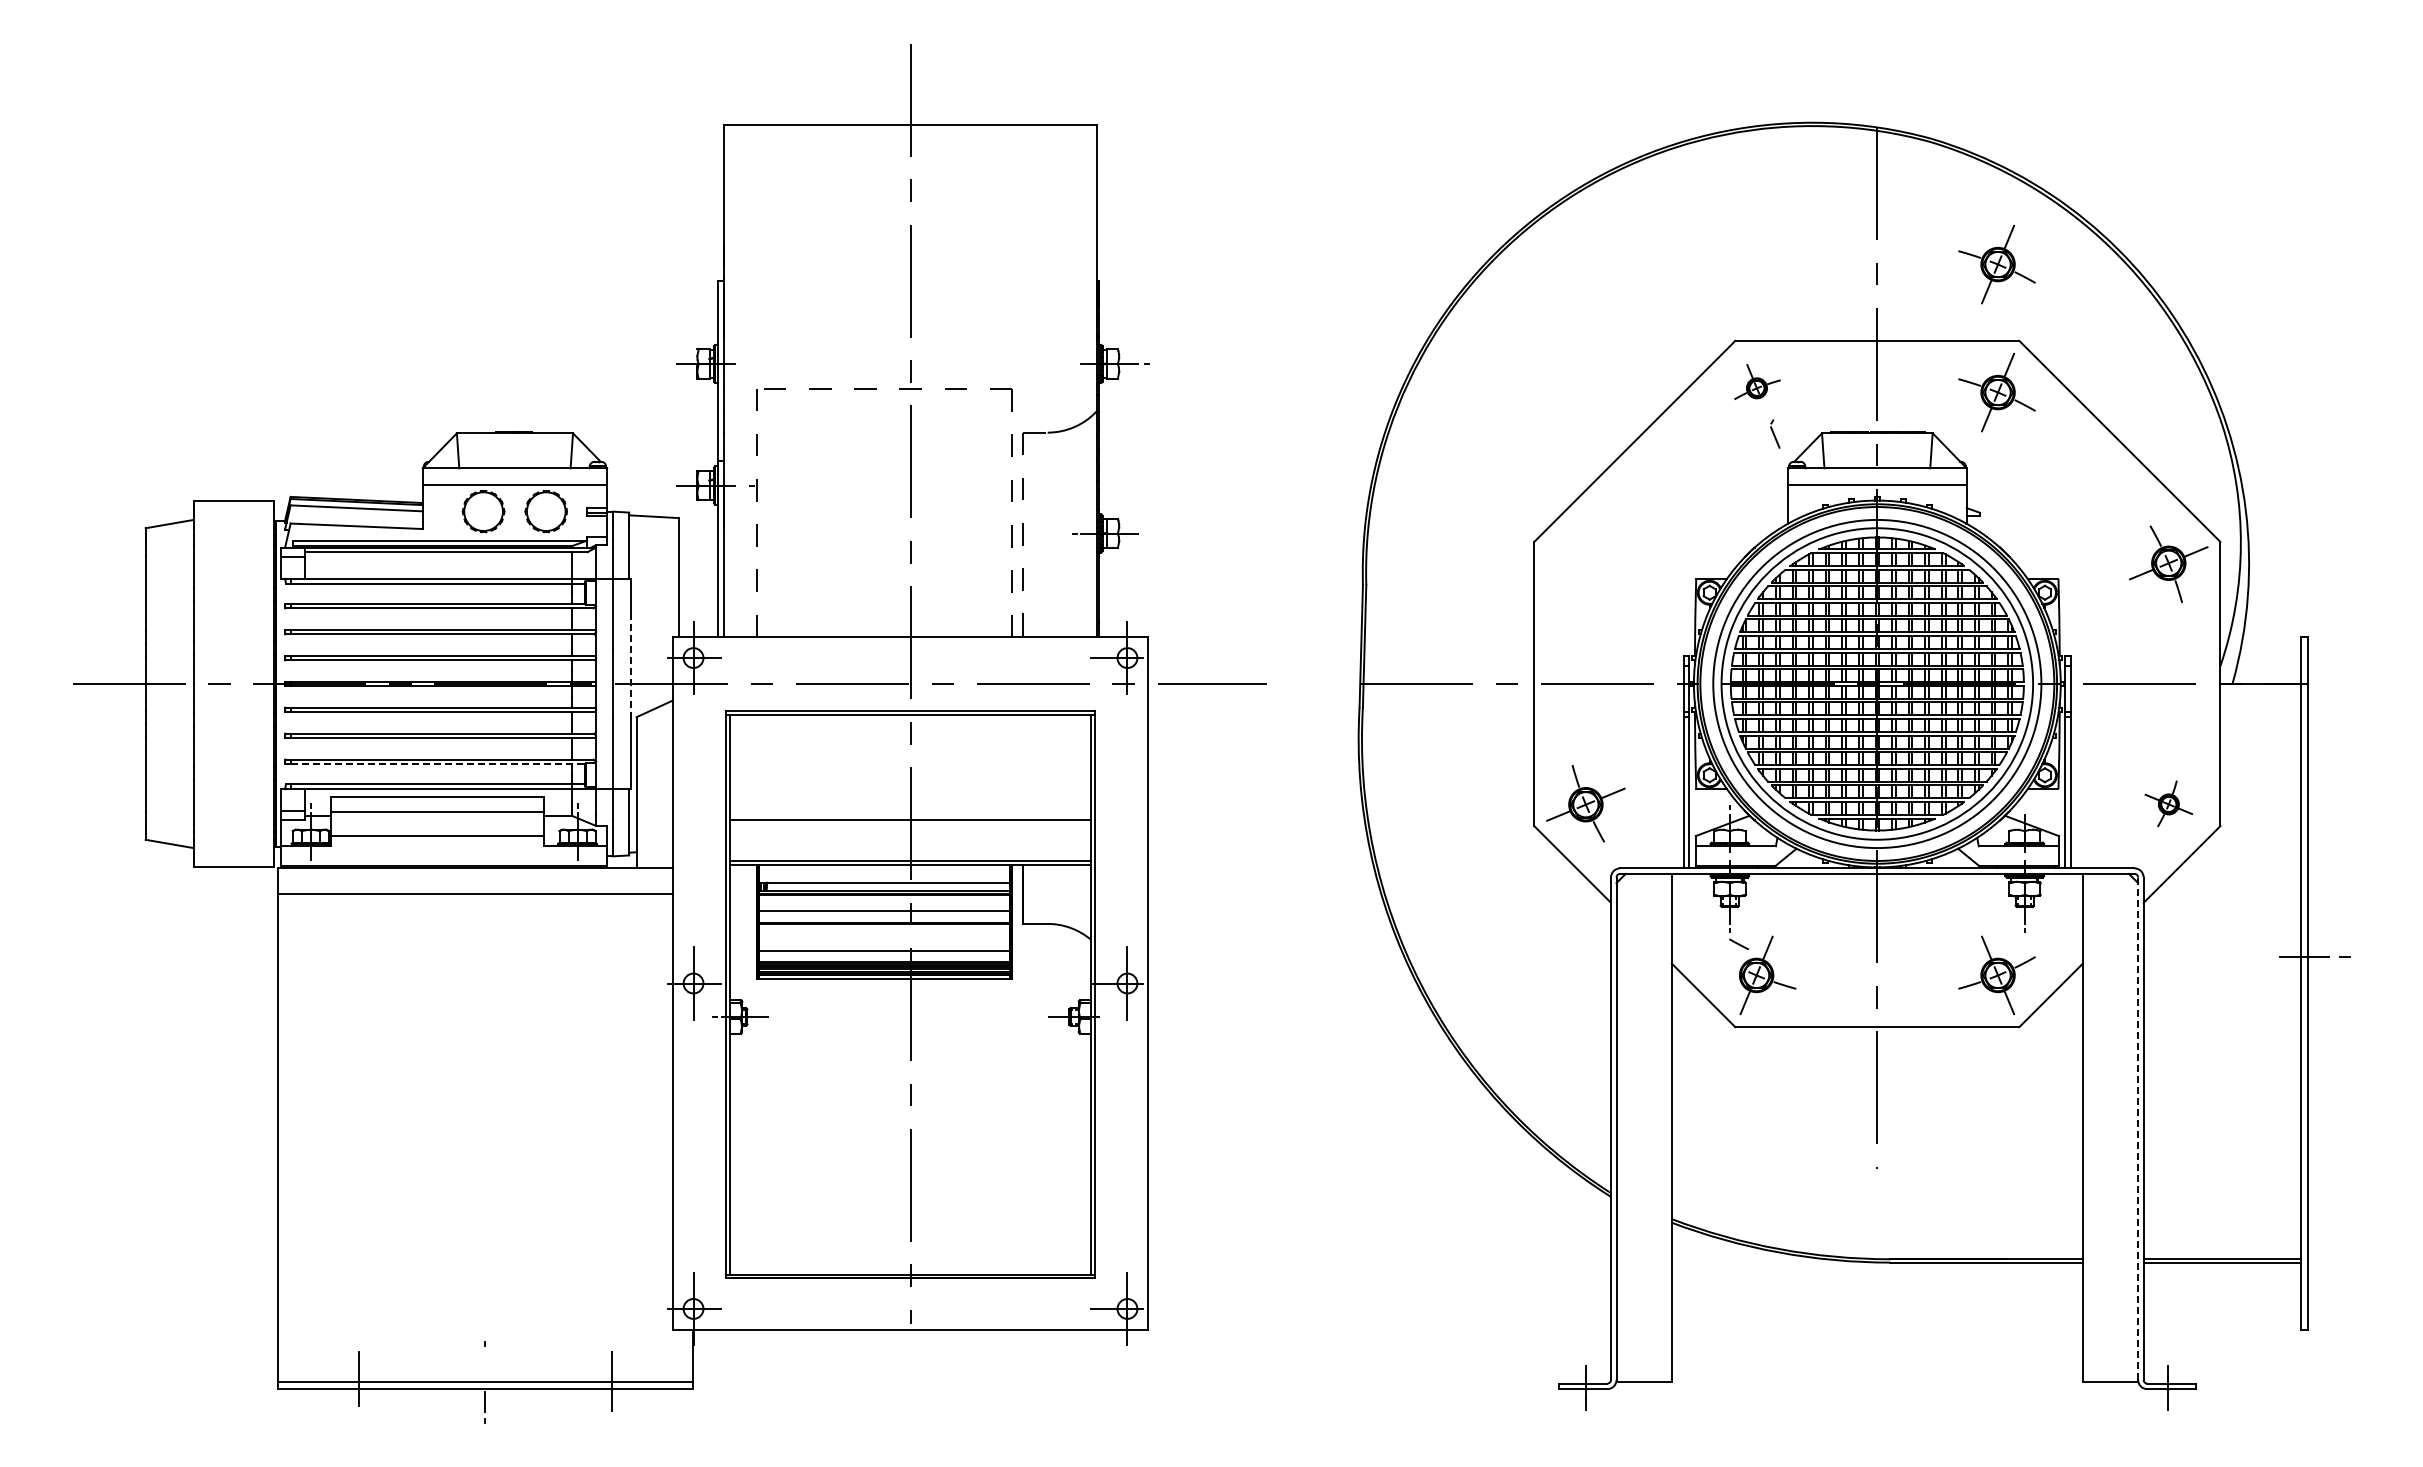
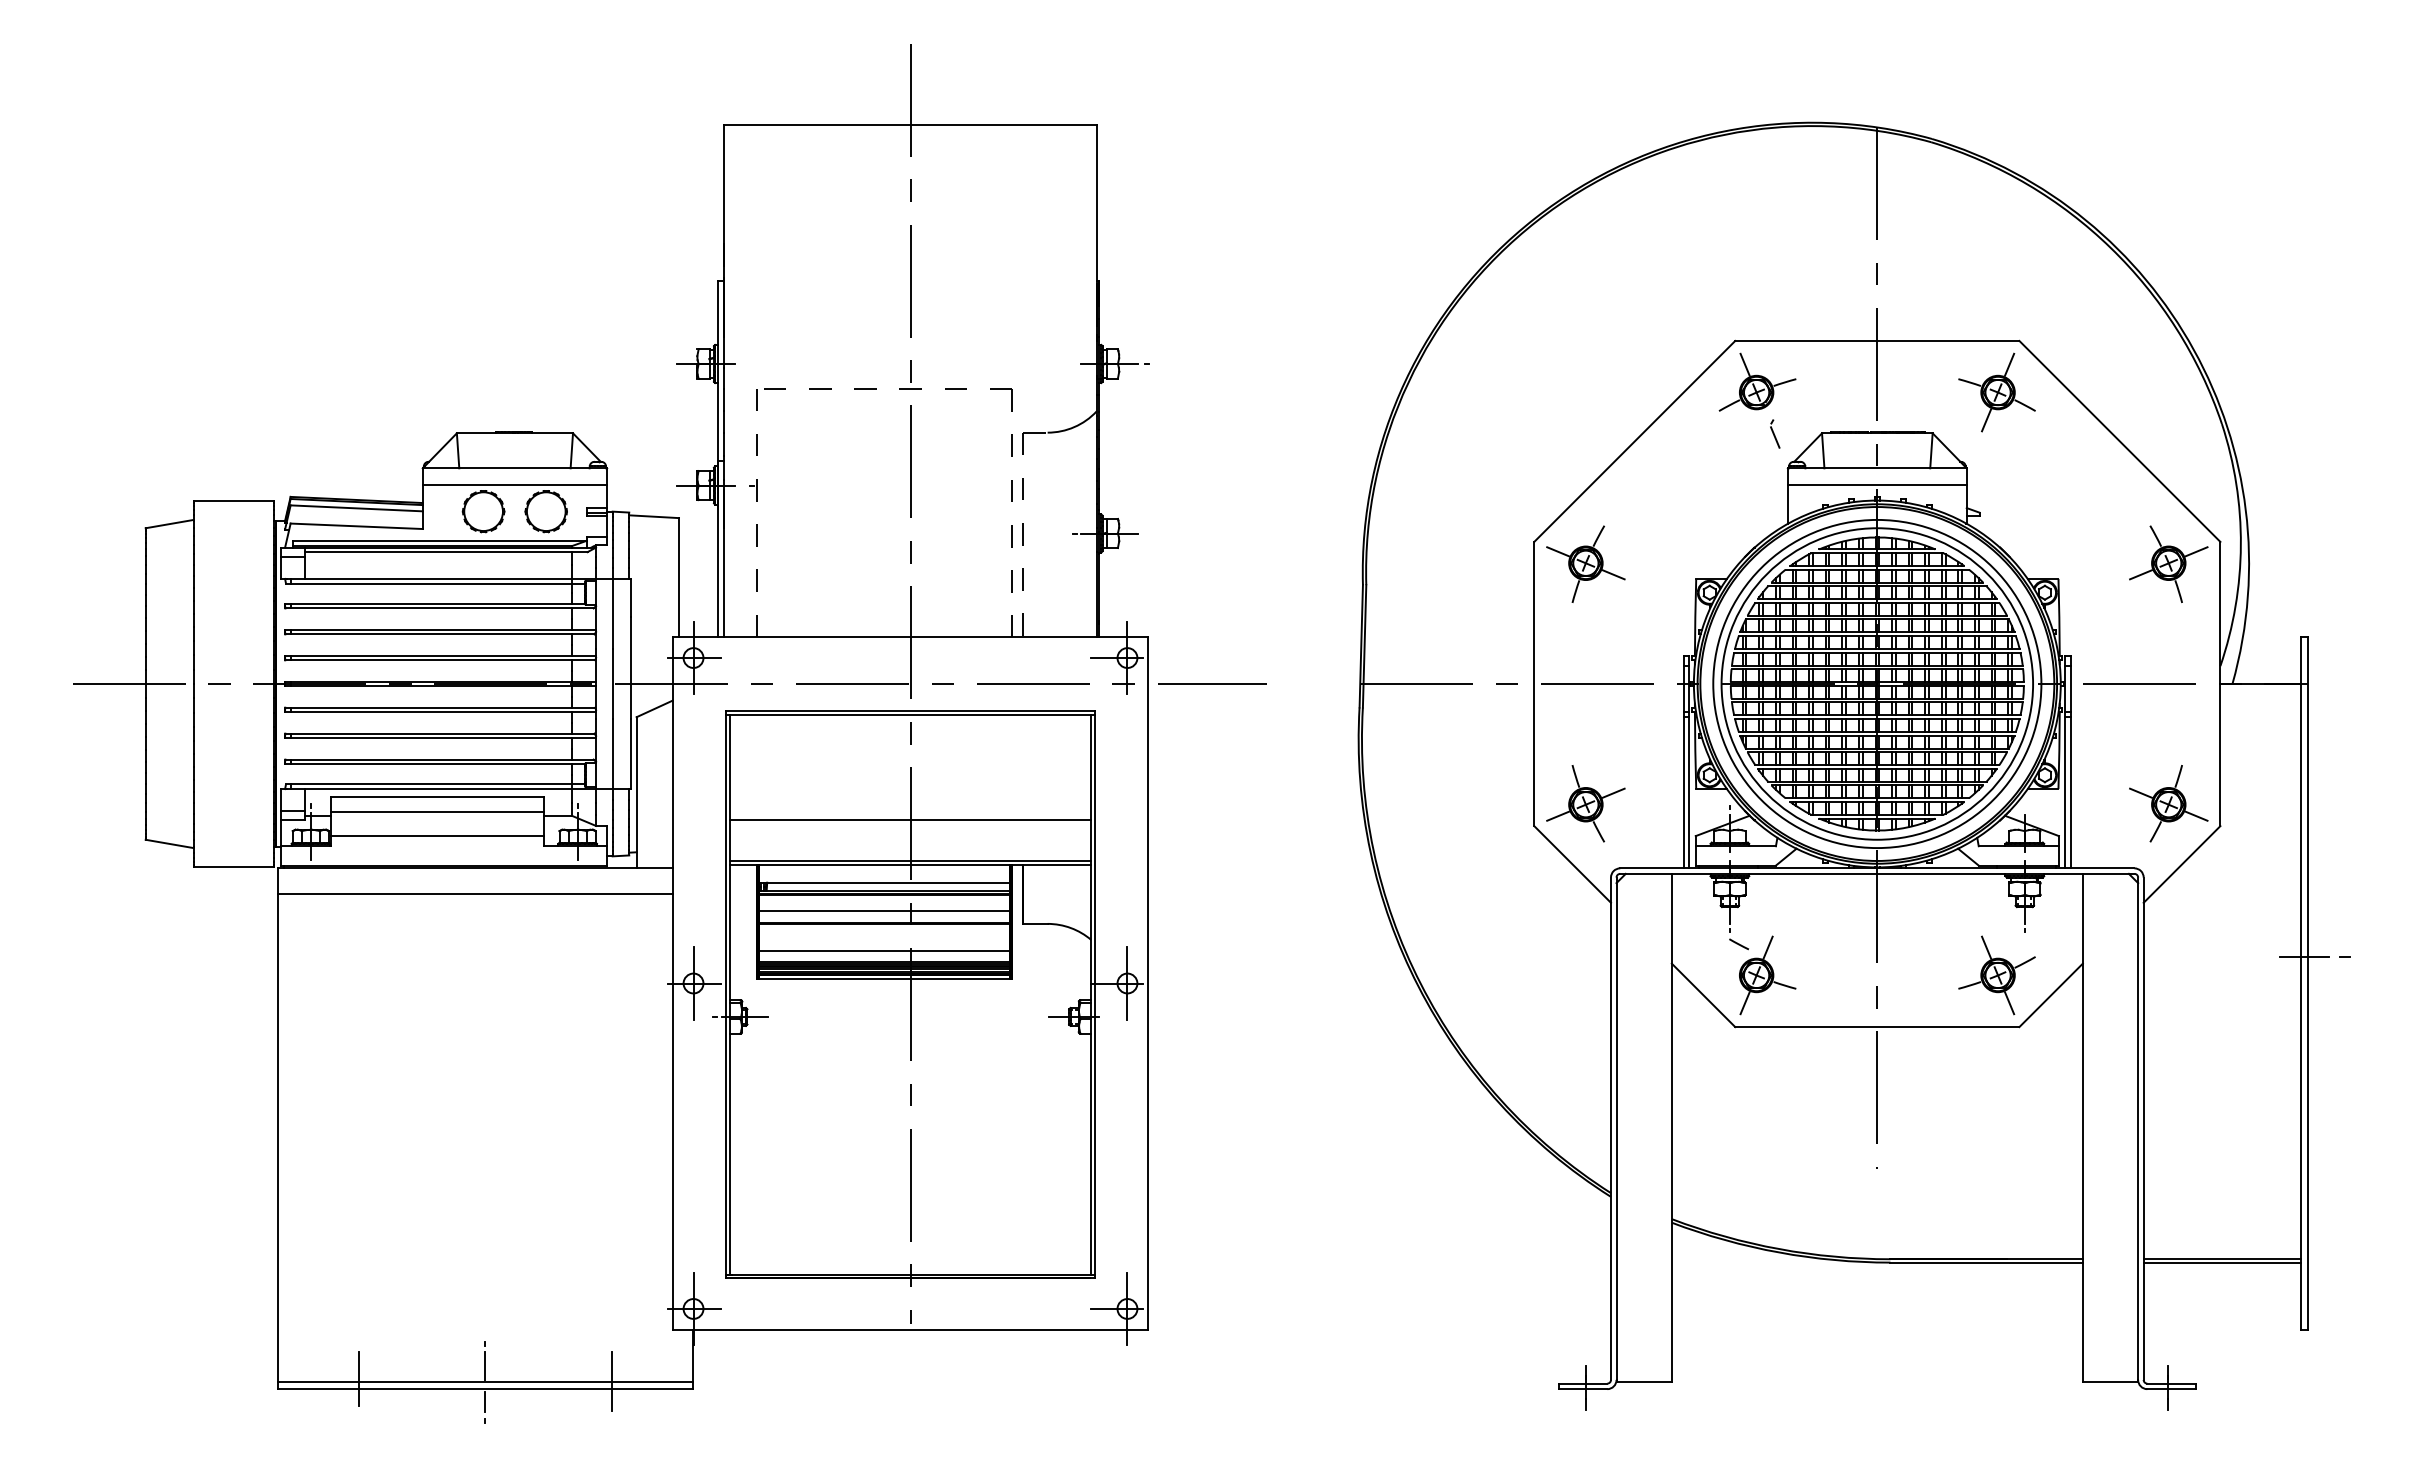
part at (1996, 264): present -> none
part at (1757, 381) size: 47x36 px -> 79x60 px
part at (1585, 563): none -> present
line at (631, 668): dashed -> solid
line at (438, 764): dashed -> solid
part at (2168, 803) size: 50x48 px -> 80x78 px
line at (2138, 1129): dashed -> solid
line at (485, 1365): none -> present
